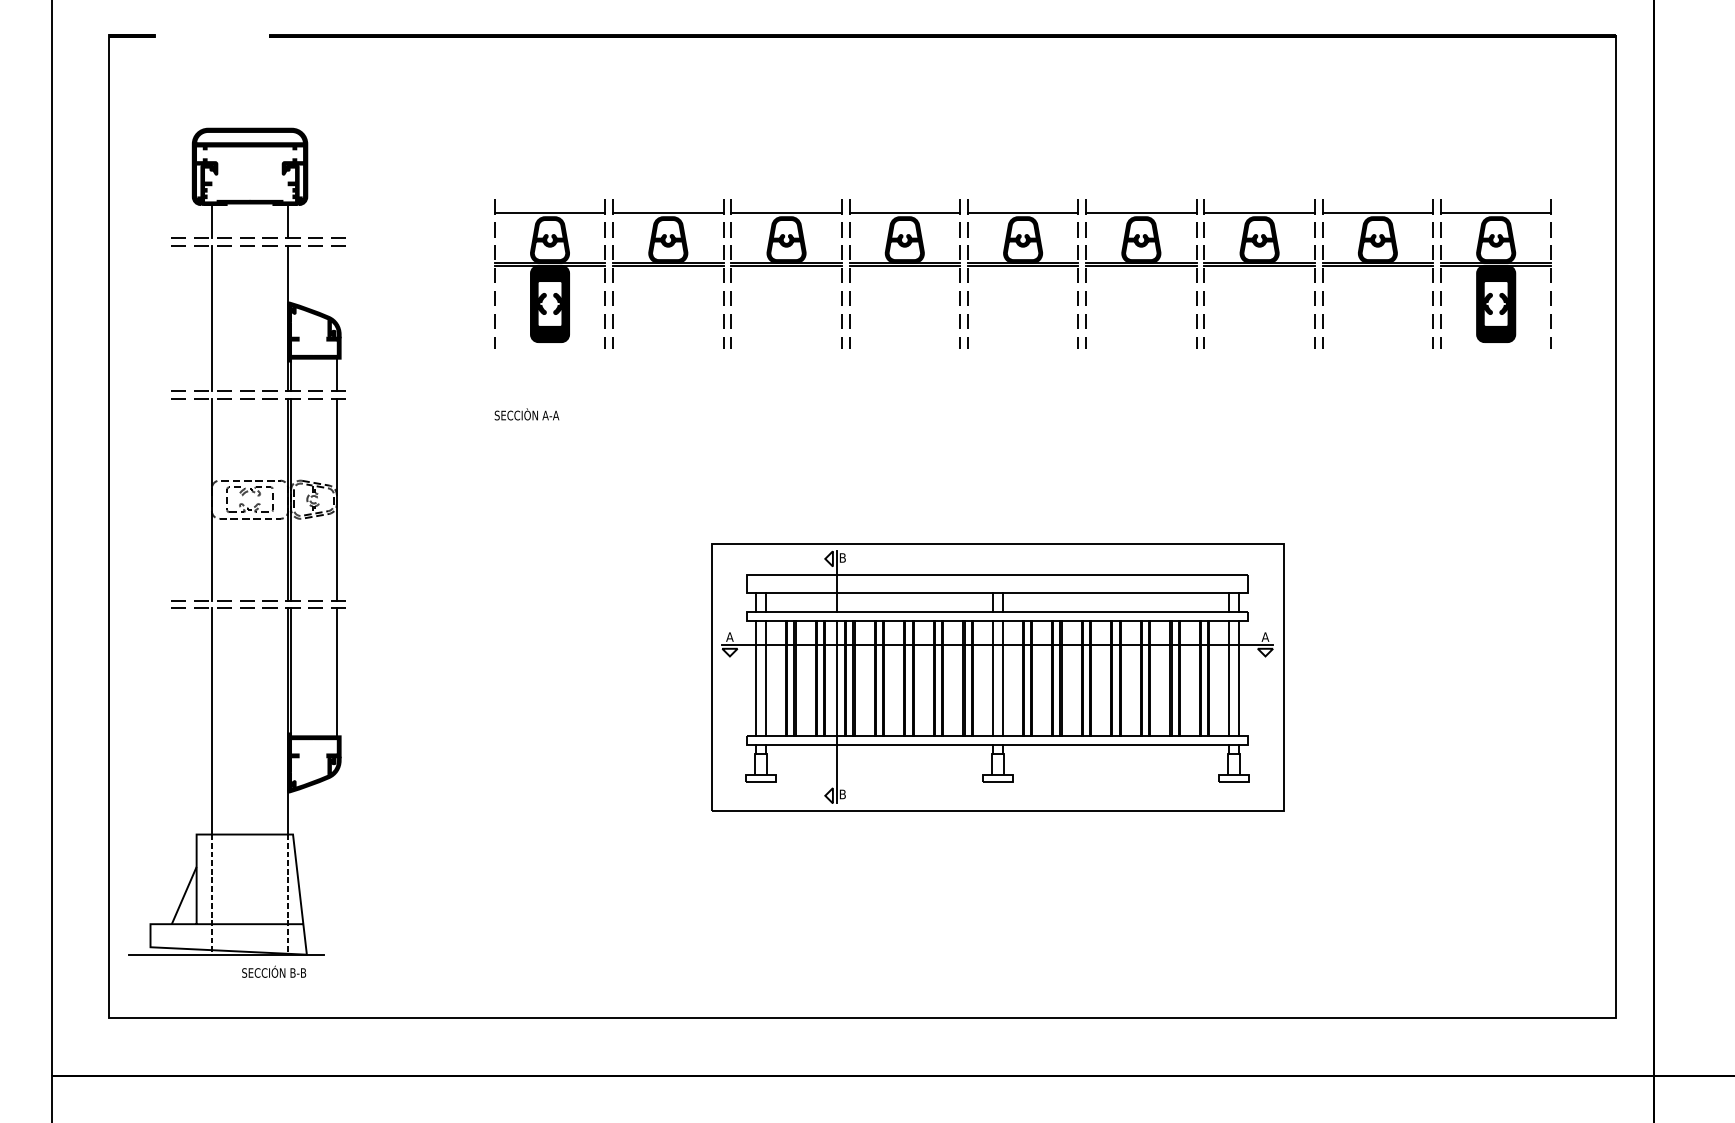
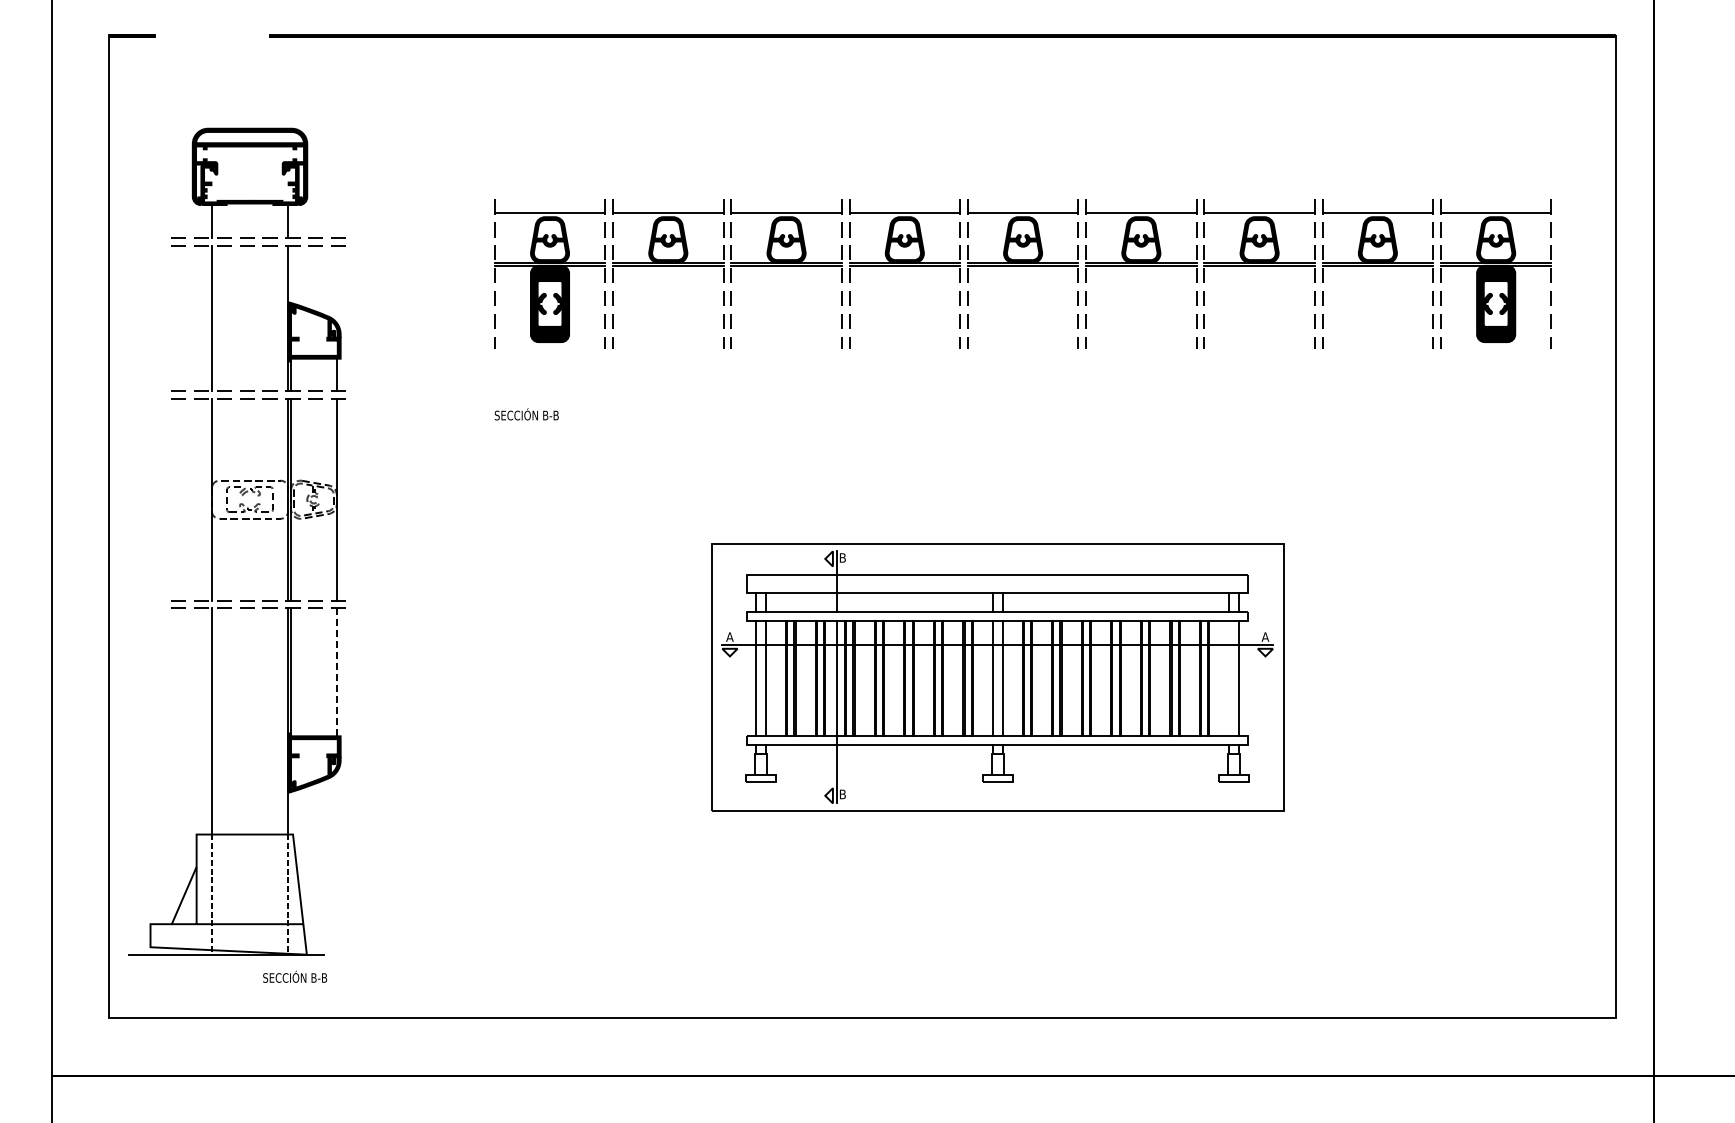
text at (542, 414): SECCIÒN A-A -> SECCIÓN B-B
line at (336, 672): solid -> dashed
line at (1229, 678): present -> none
text at (274, 971) position: (274, 971) -> (295, 976)
